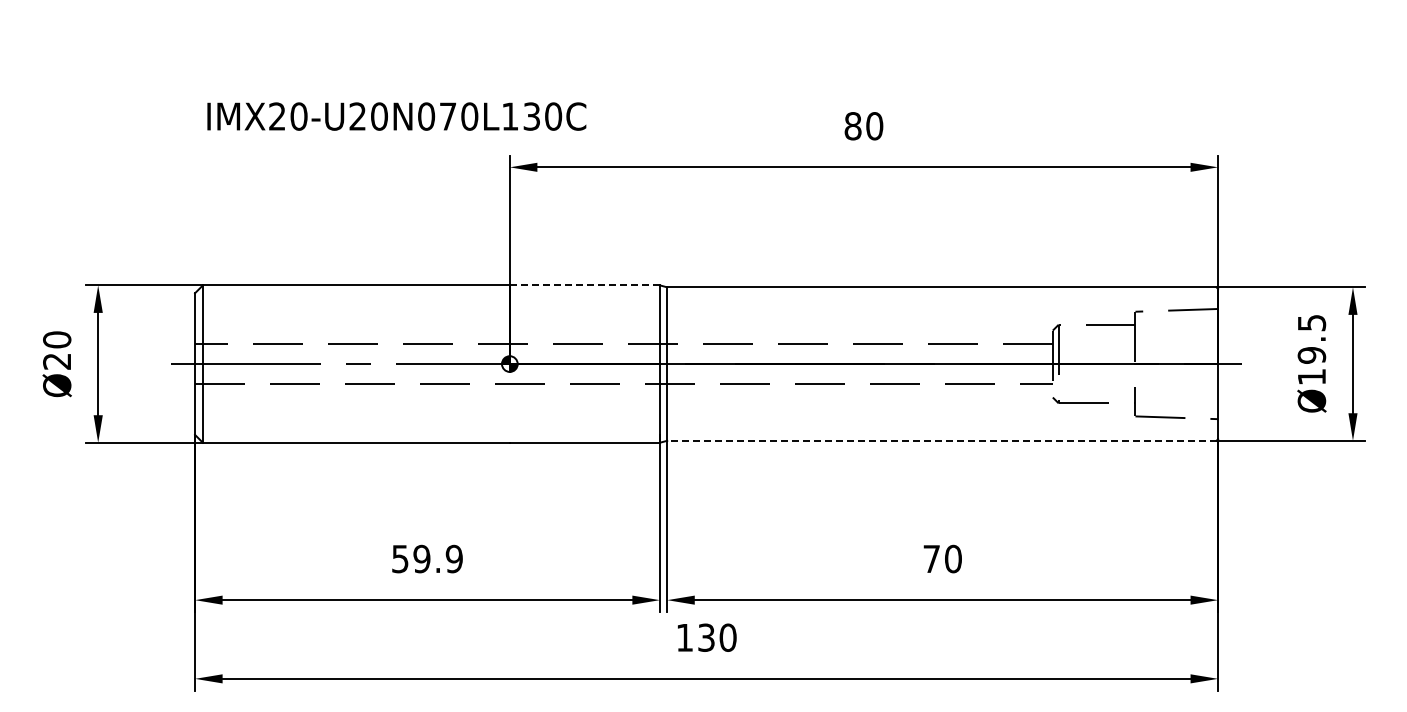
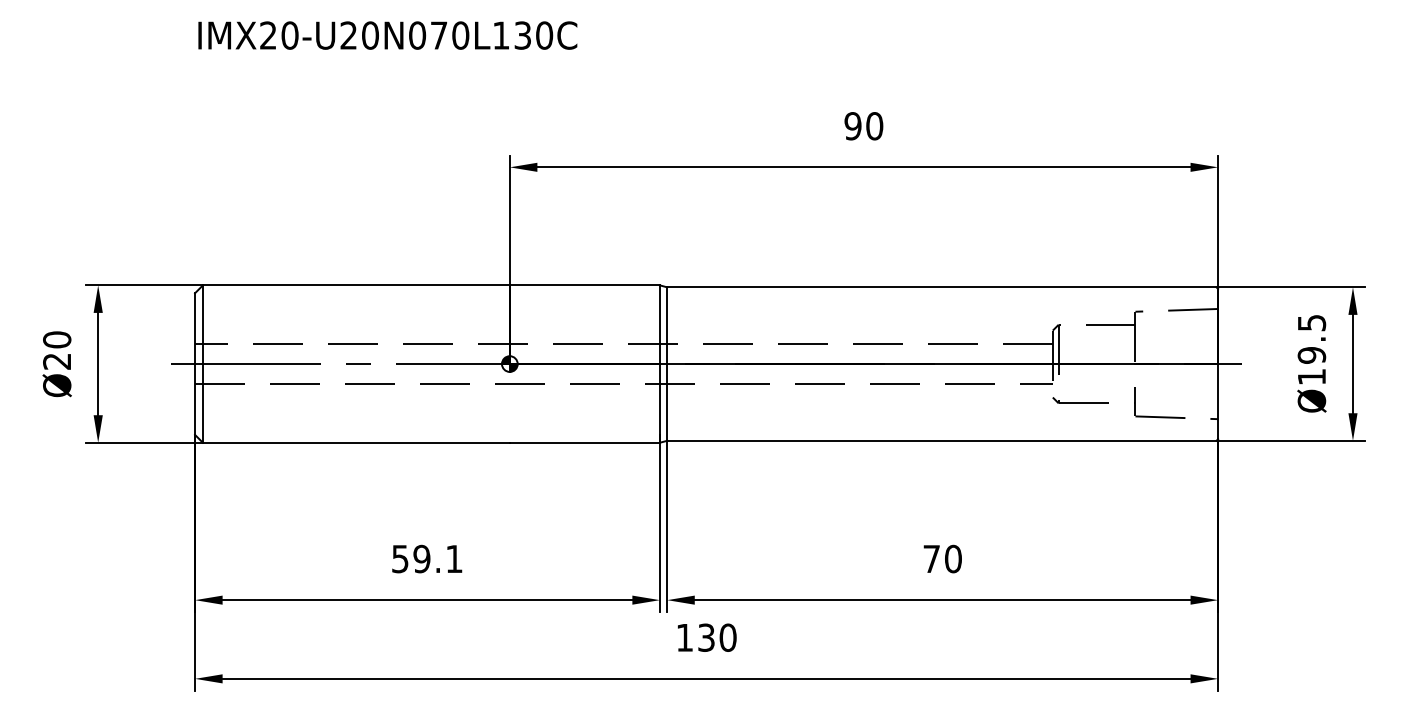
text at (396, 116) position: (396, 116) -> (387, 35)
text at (852, 126): 80 -> 90
line at (584, 285): dashed -> solid
line at (941, 440): dashed -> solid
text at (453, 558): 59.9 -> 59.1
